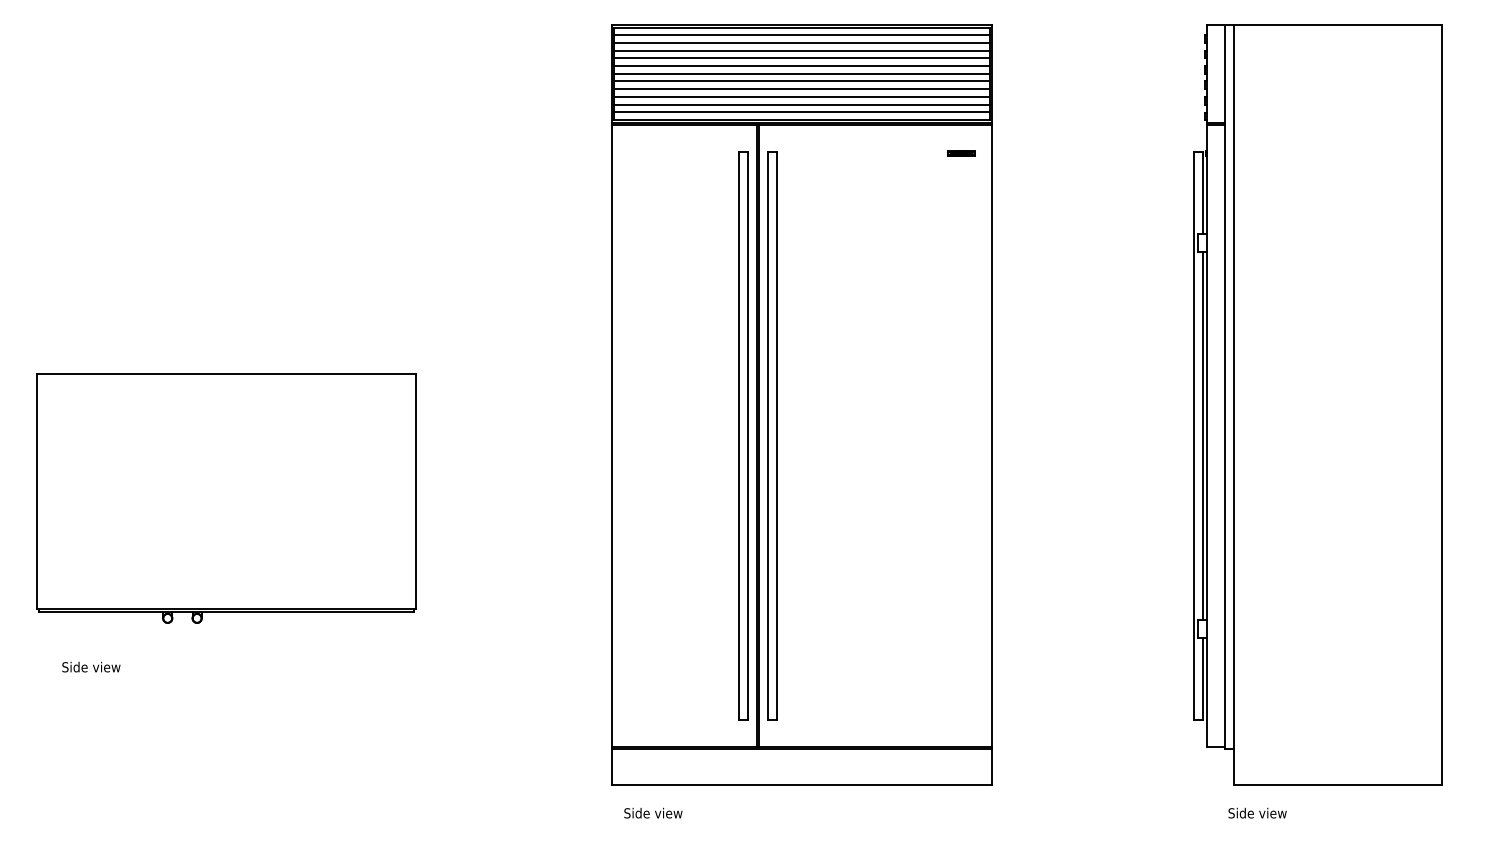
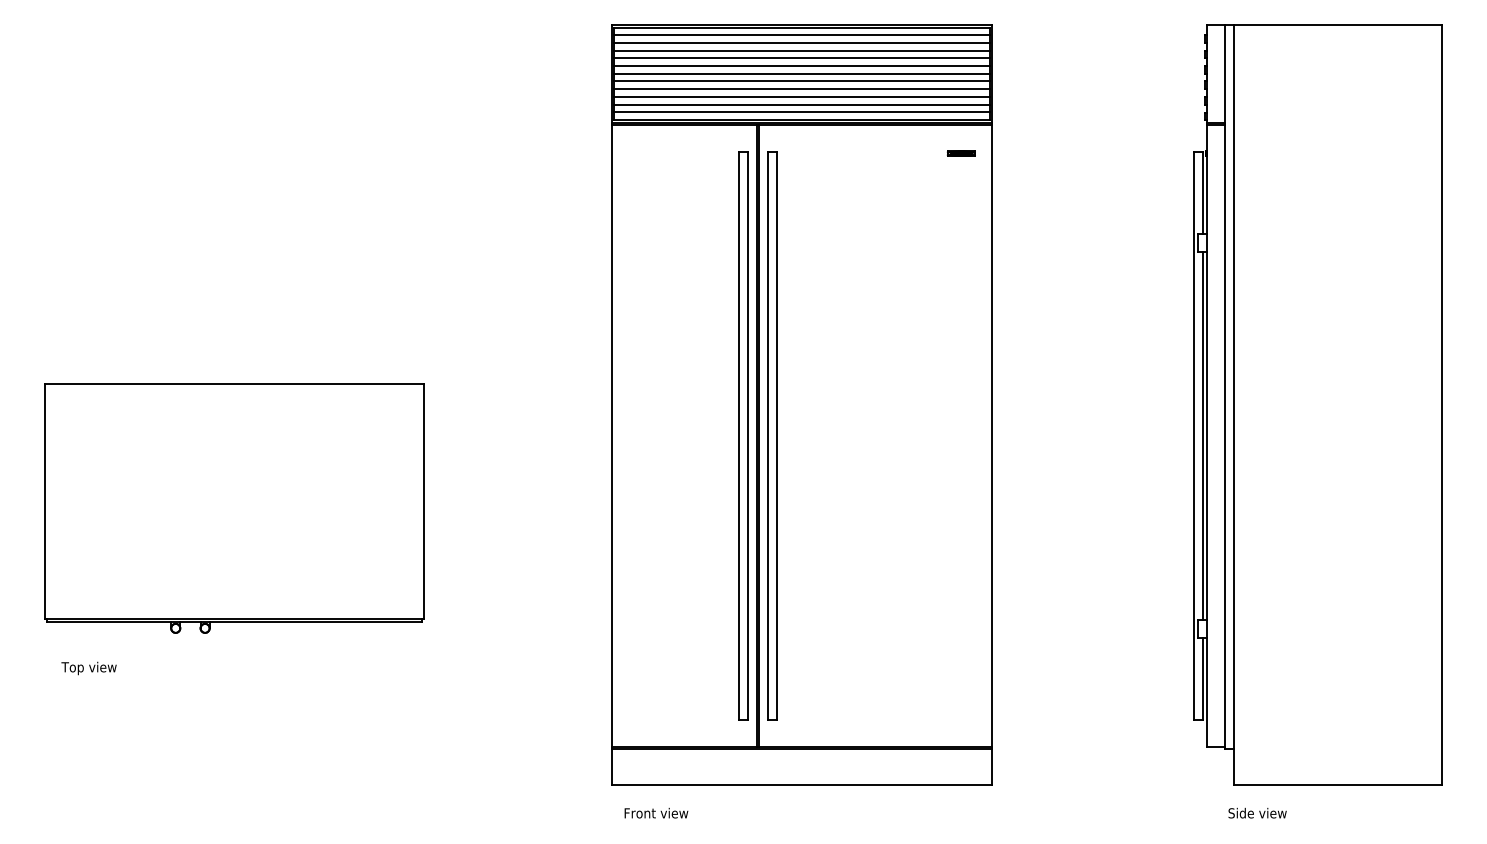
part at (226, 498) position: (226, 498) -> (234, 508)
text at (90, 668): Side view -> Top view
text at (656, 812): Side view -> Front view
